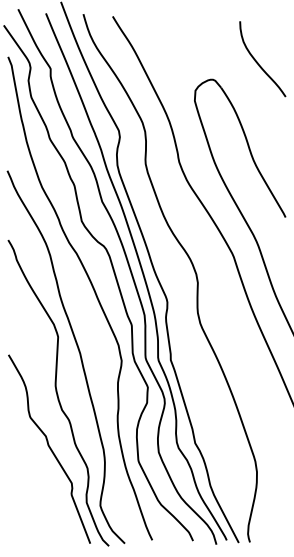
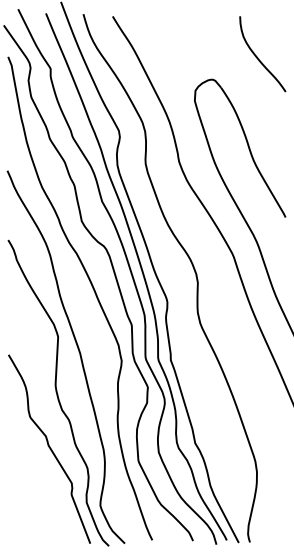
curve at (258, 62) position: (258, 62) -> (258, 57)
